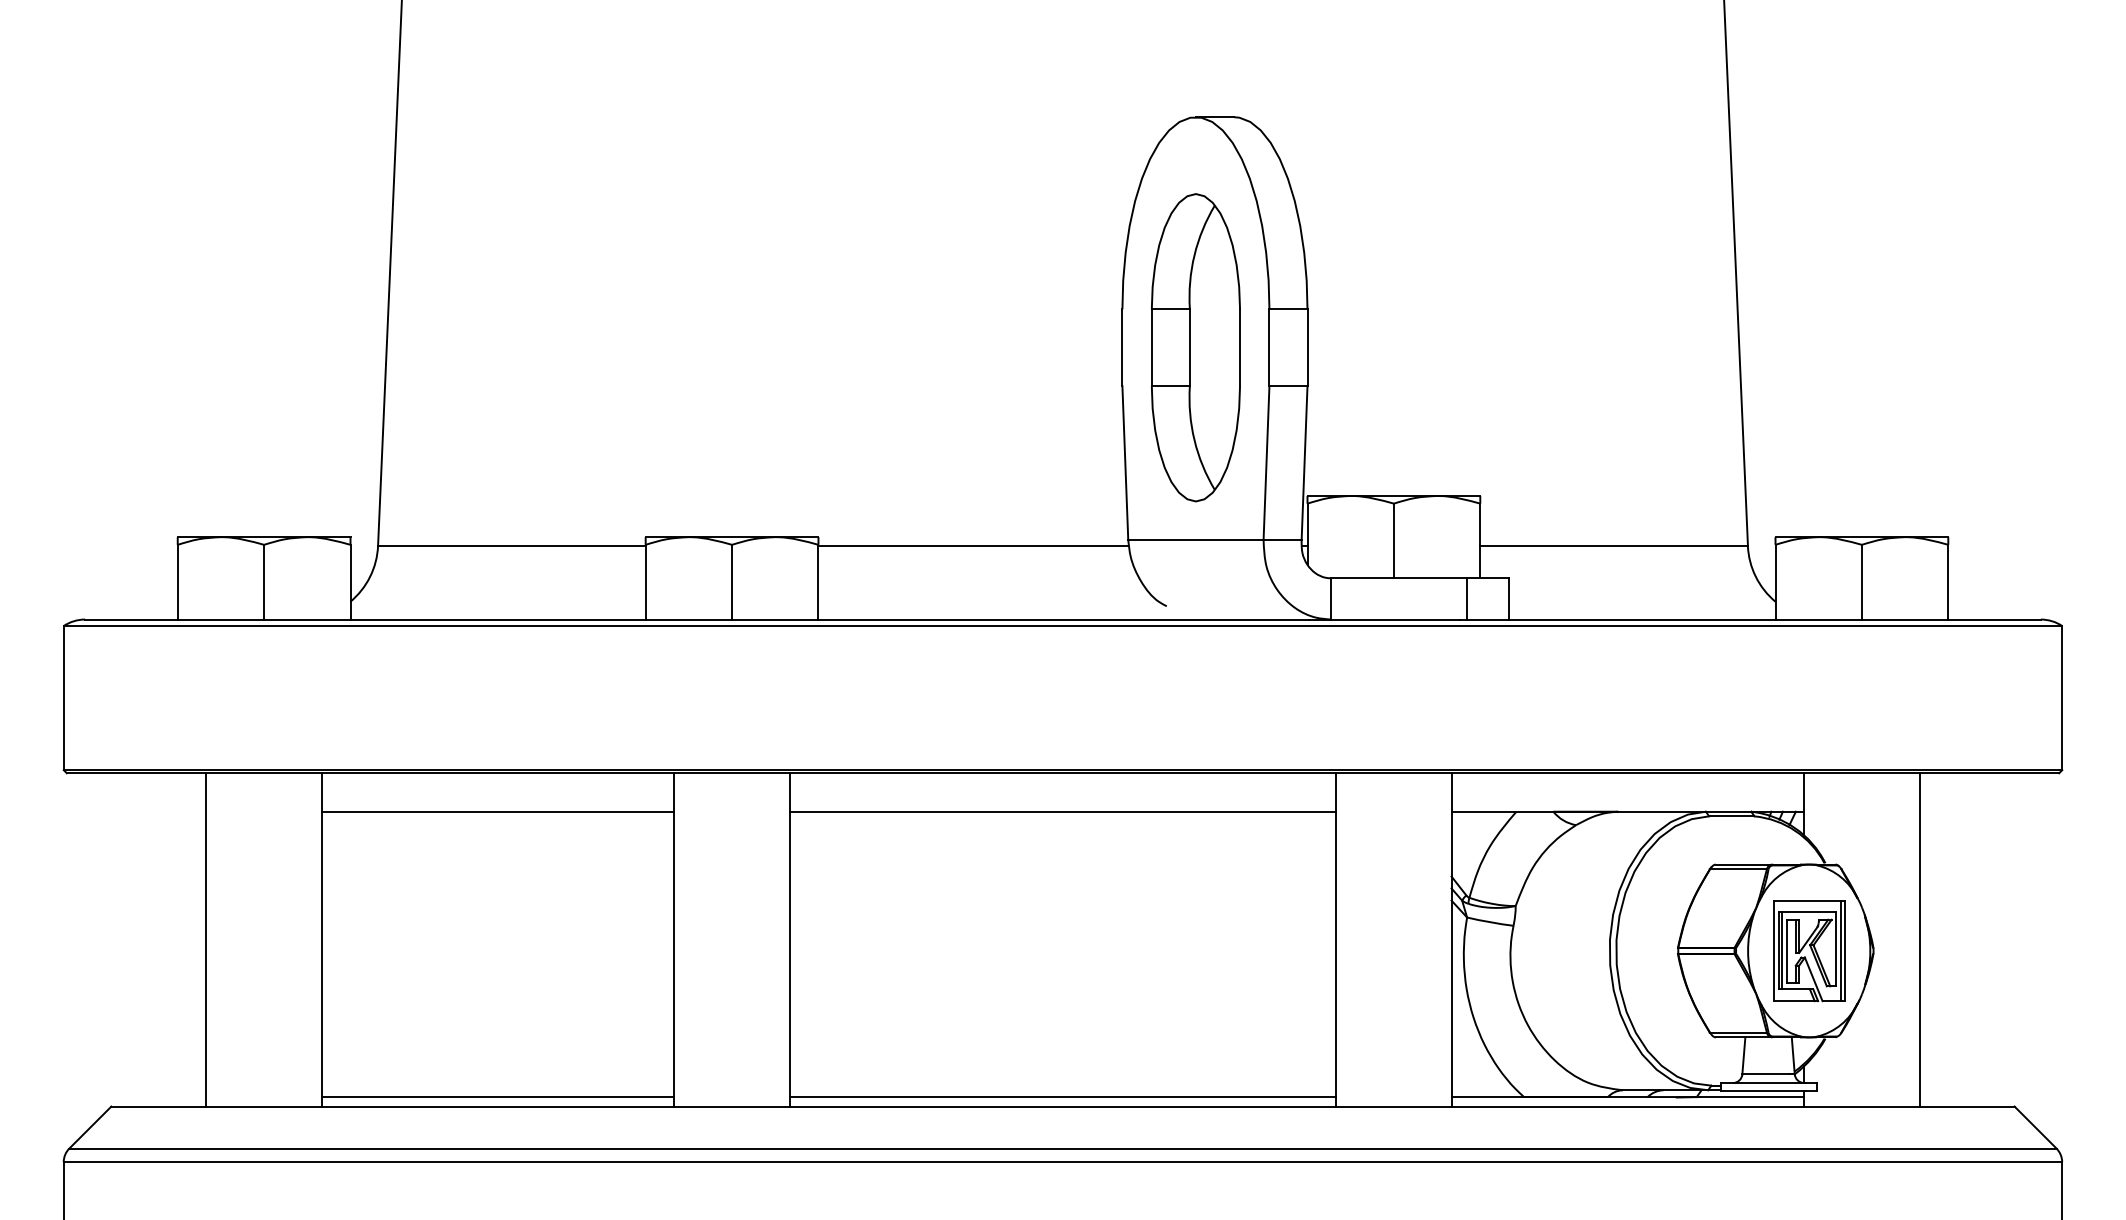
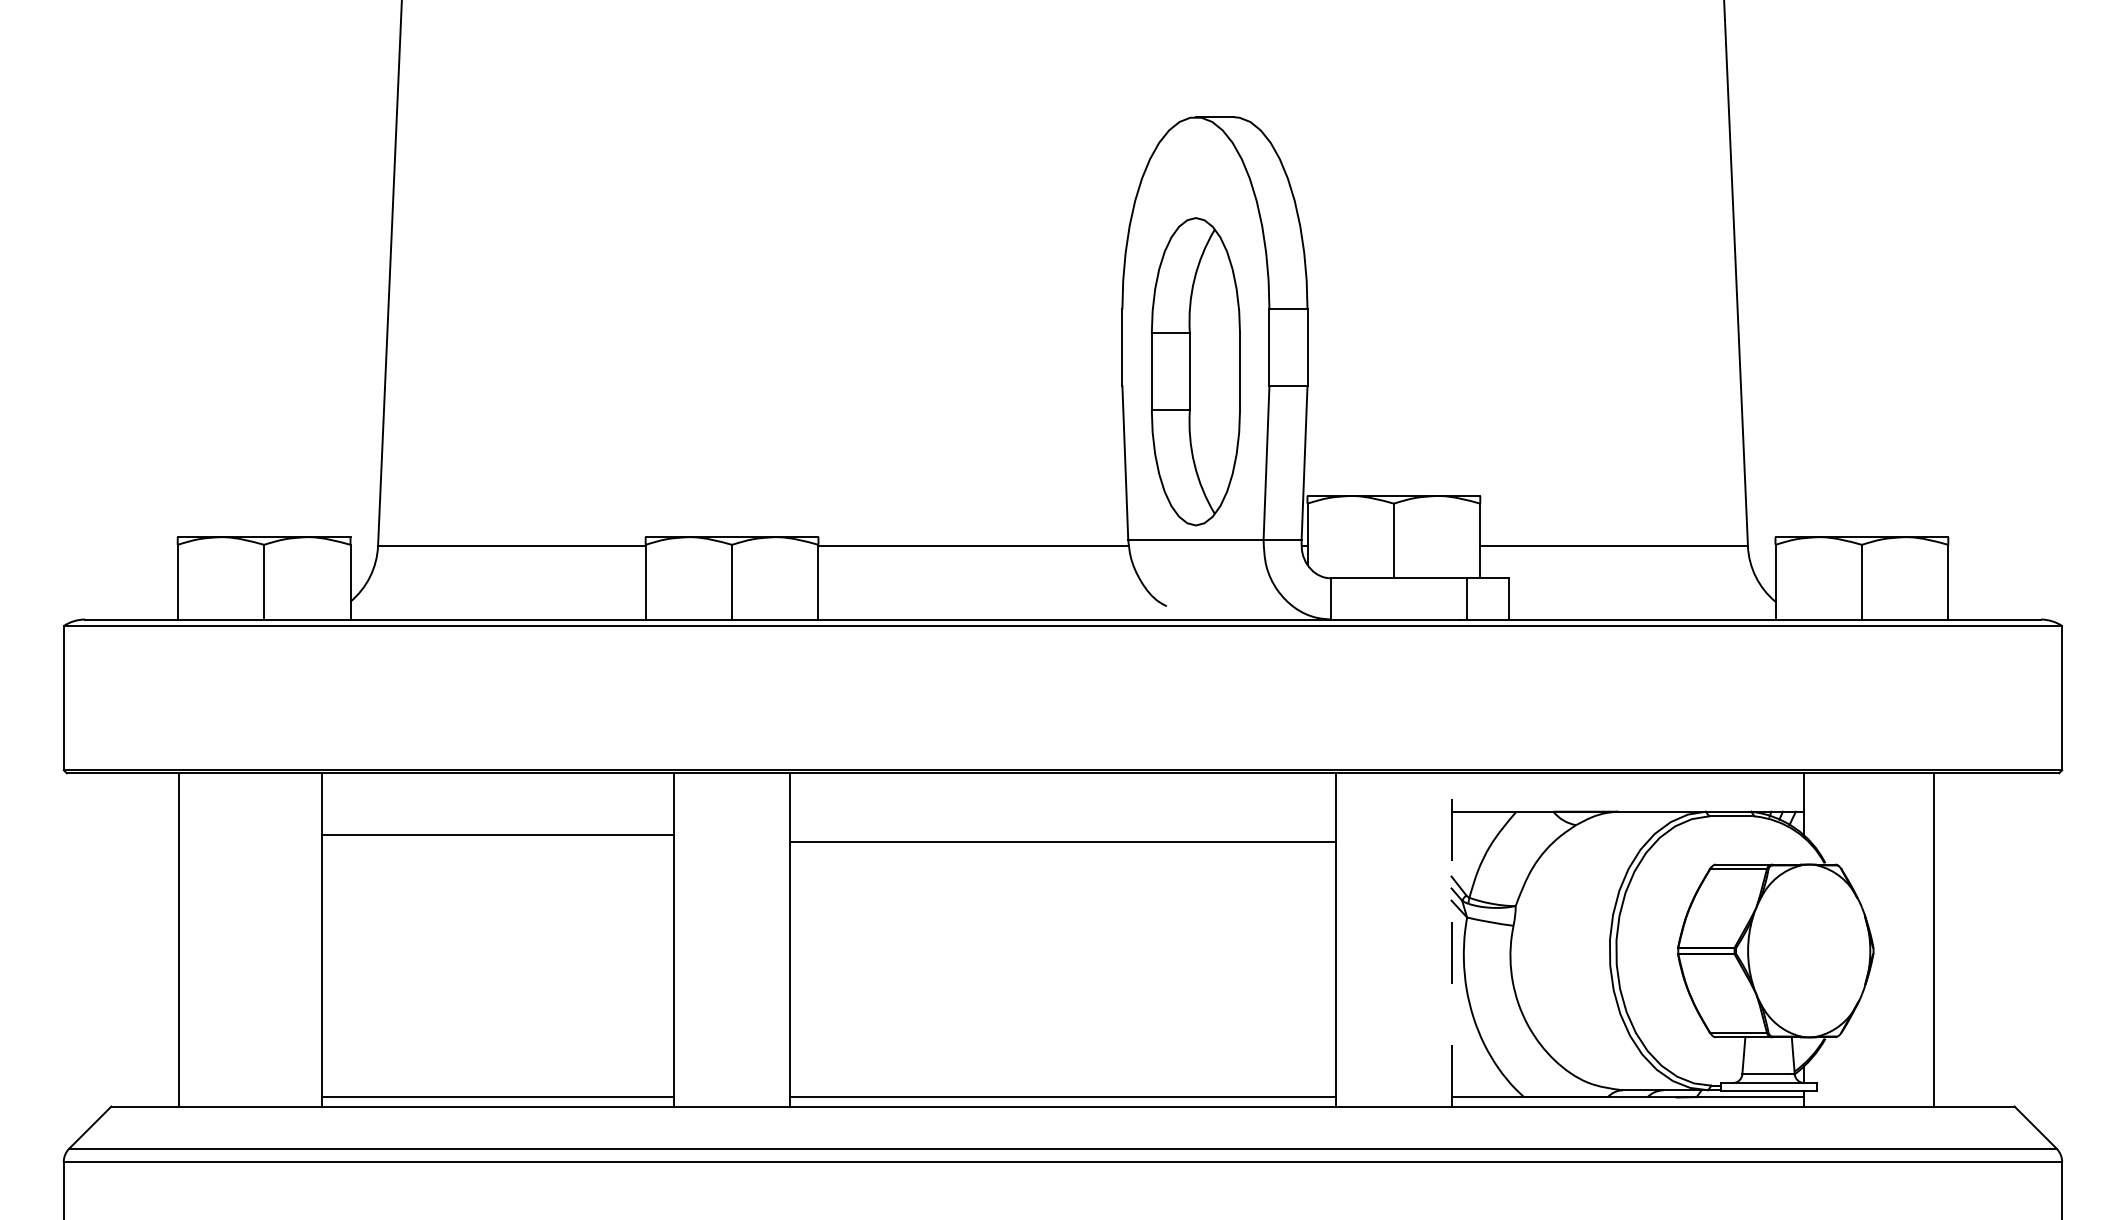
part at (1195, 347) position: (1195, 347) -> (1195, 371)
line at (497, 811) position: (497, 811) -> (497, 834)
line at (1062, 811) position: (1062, 811) -> (1062, 841)
line at (206, 939) position: (206, 939) -> (179, 939)
line at (1451, 939): solid -> dashed
line at (1919, 939) position: (1919, 939) -> (1933, 939)
part at (1809, 951): present -> none
